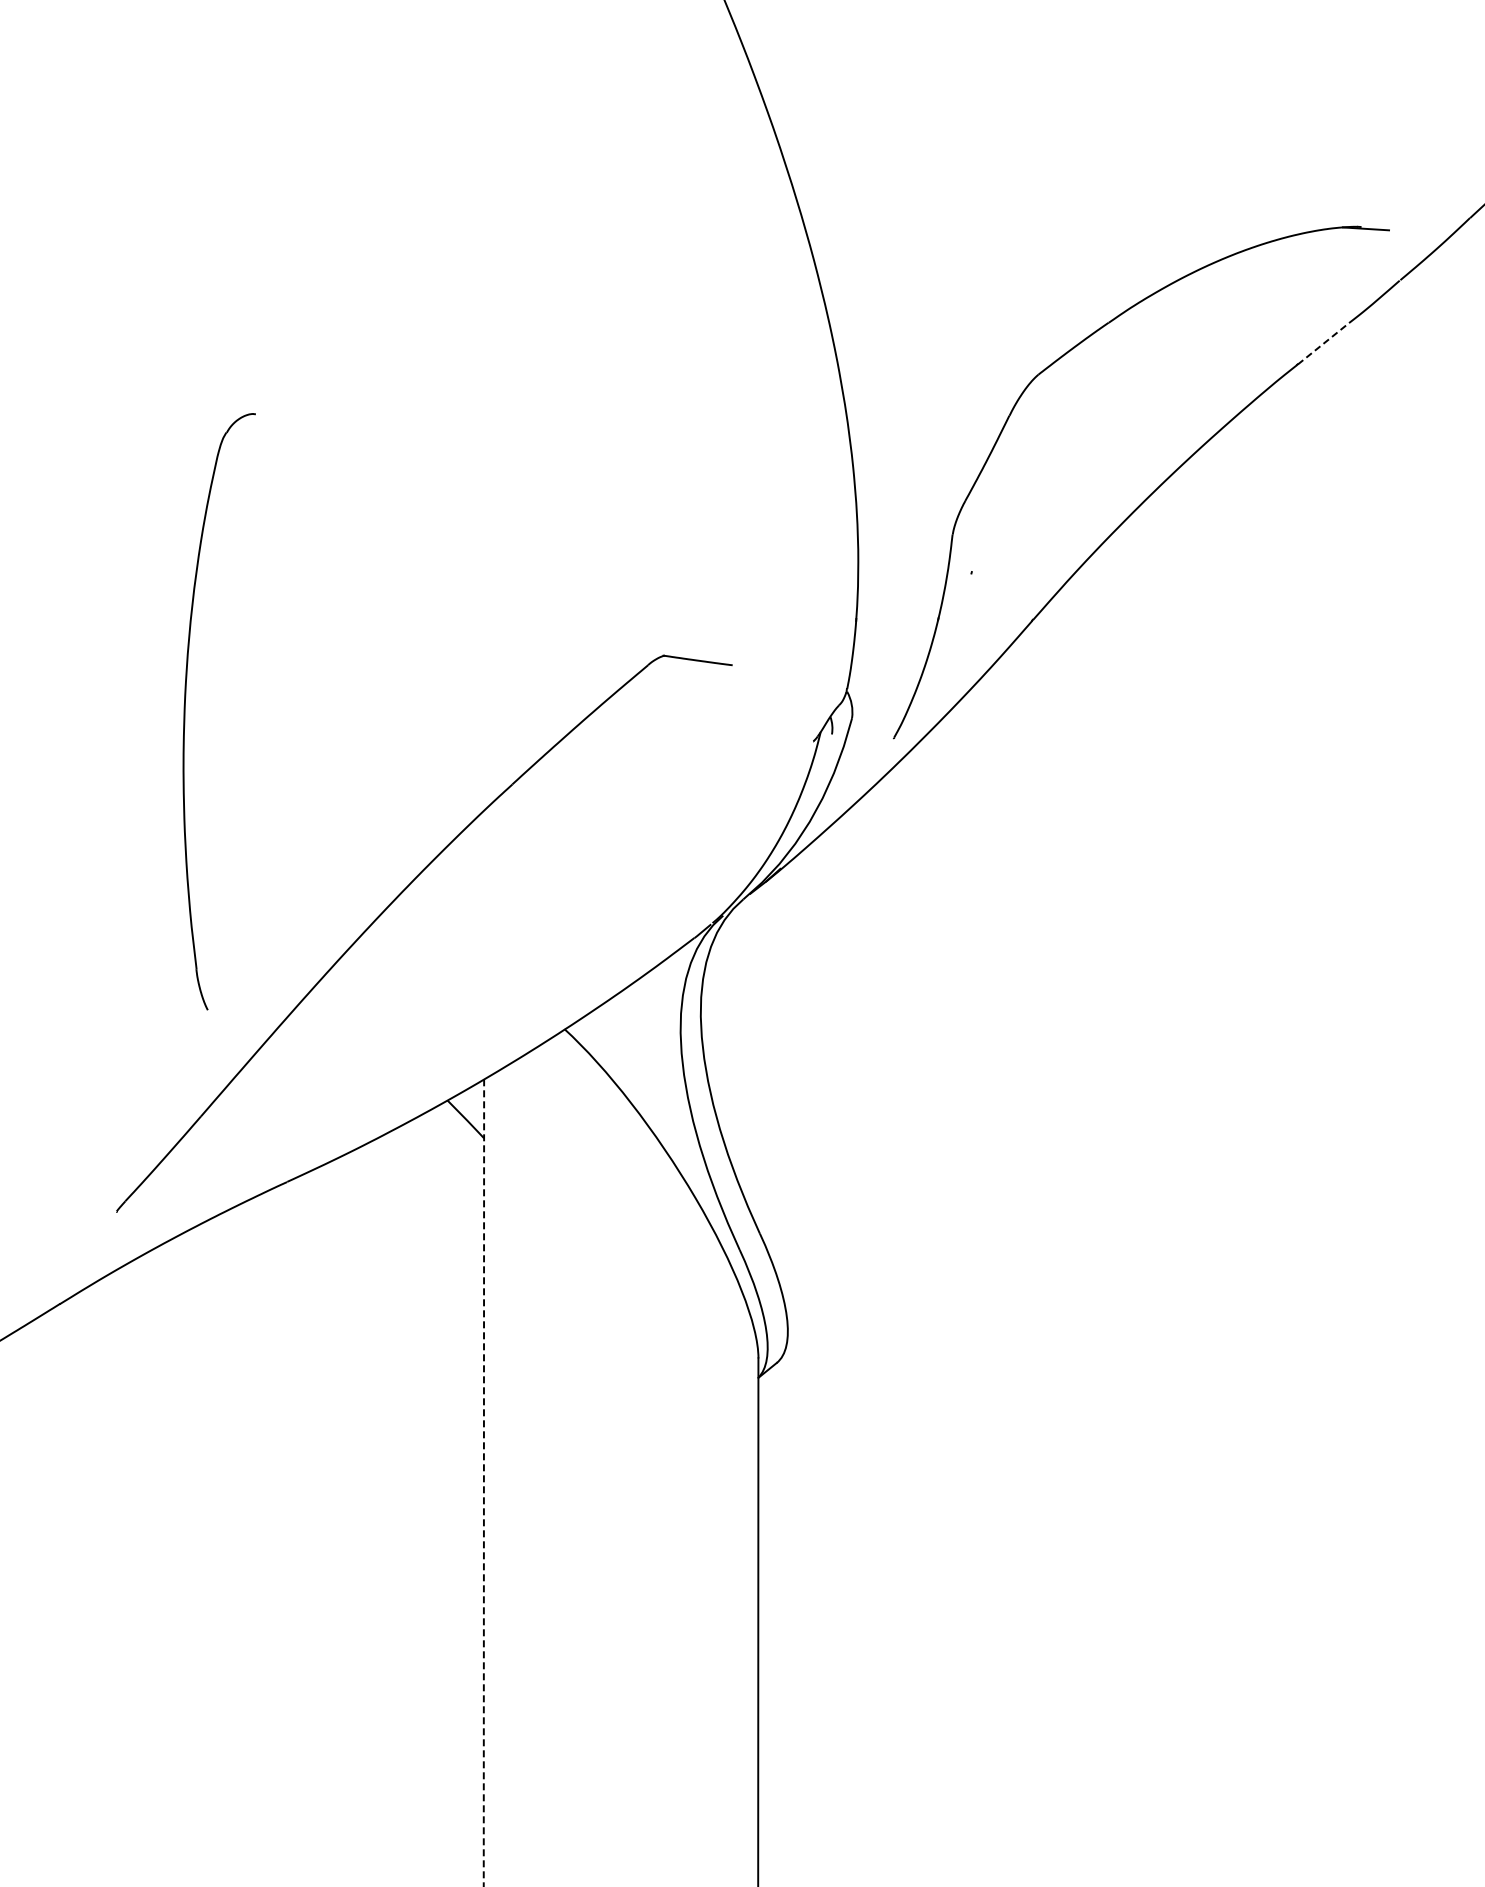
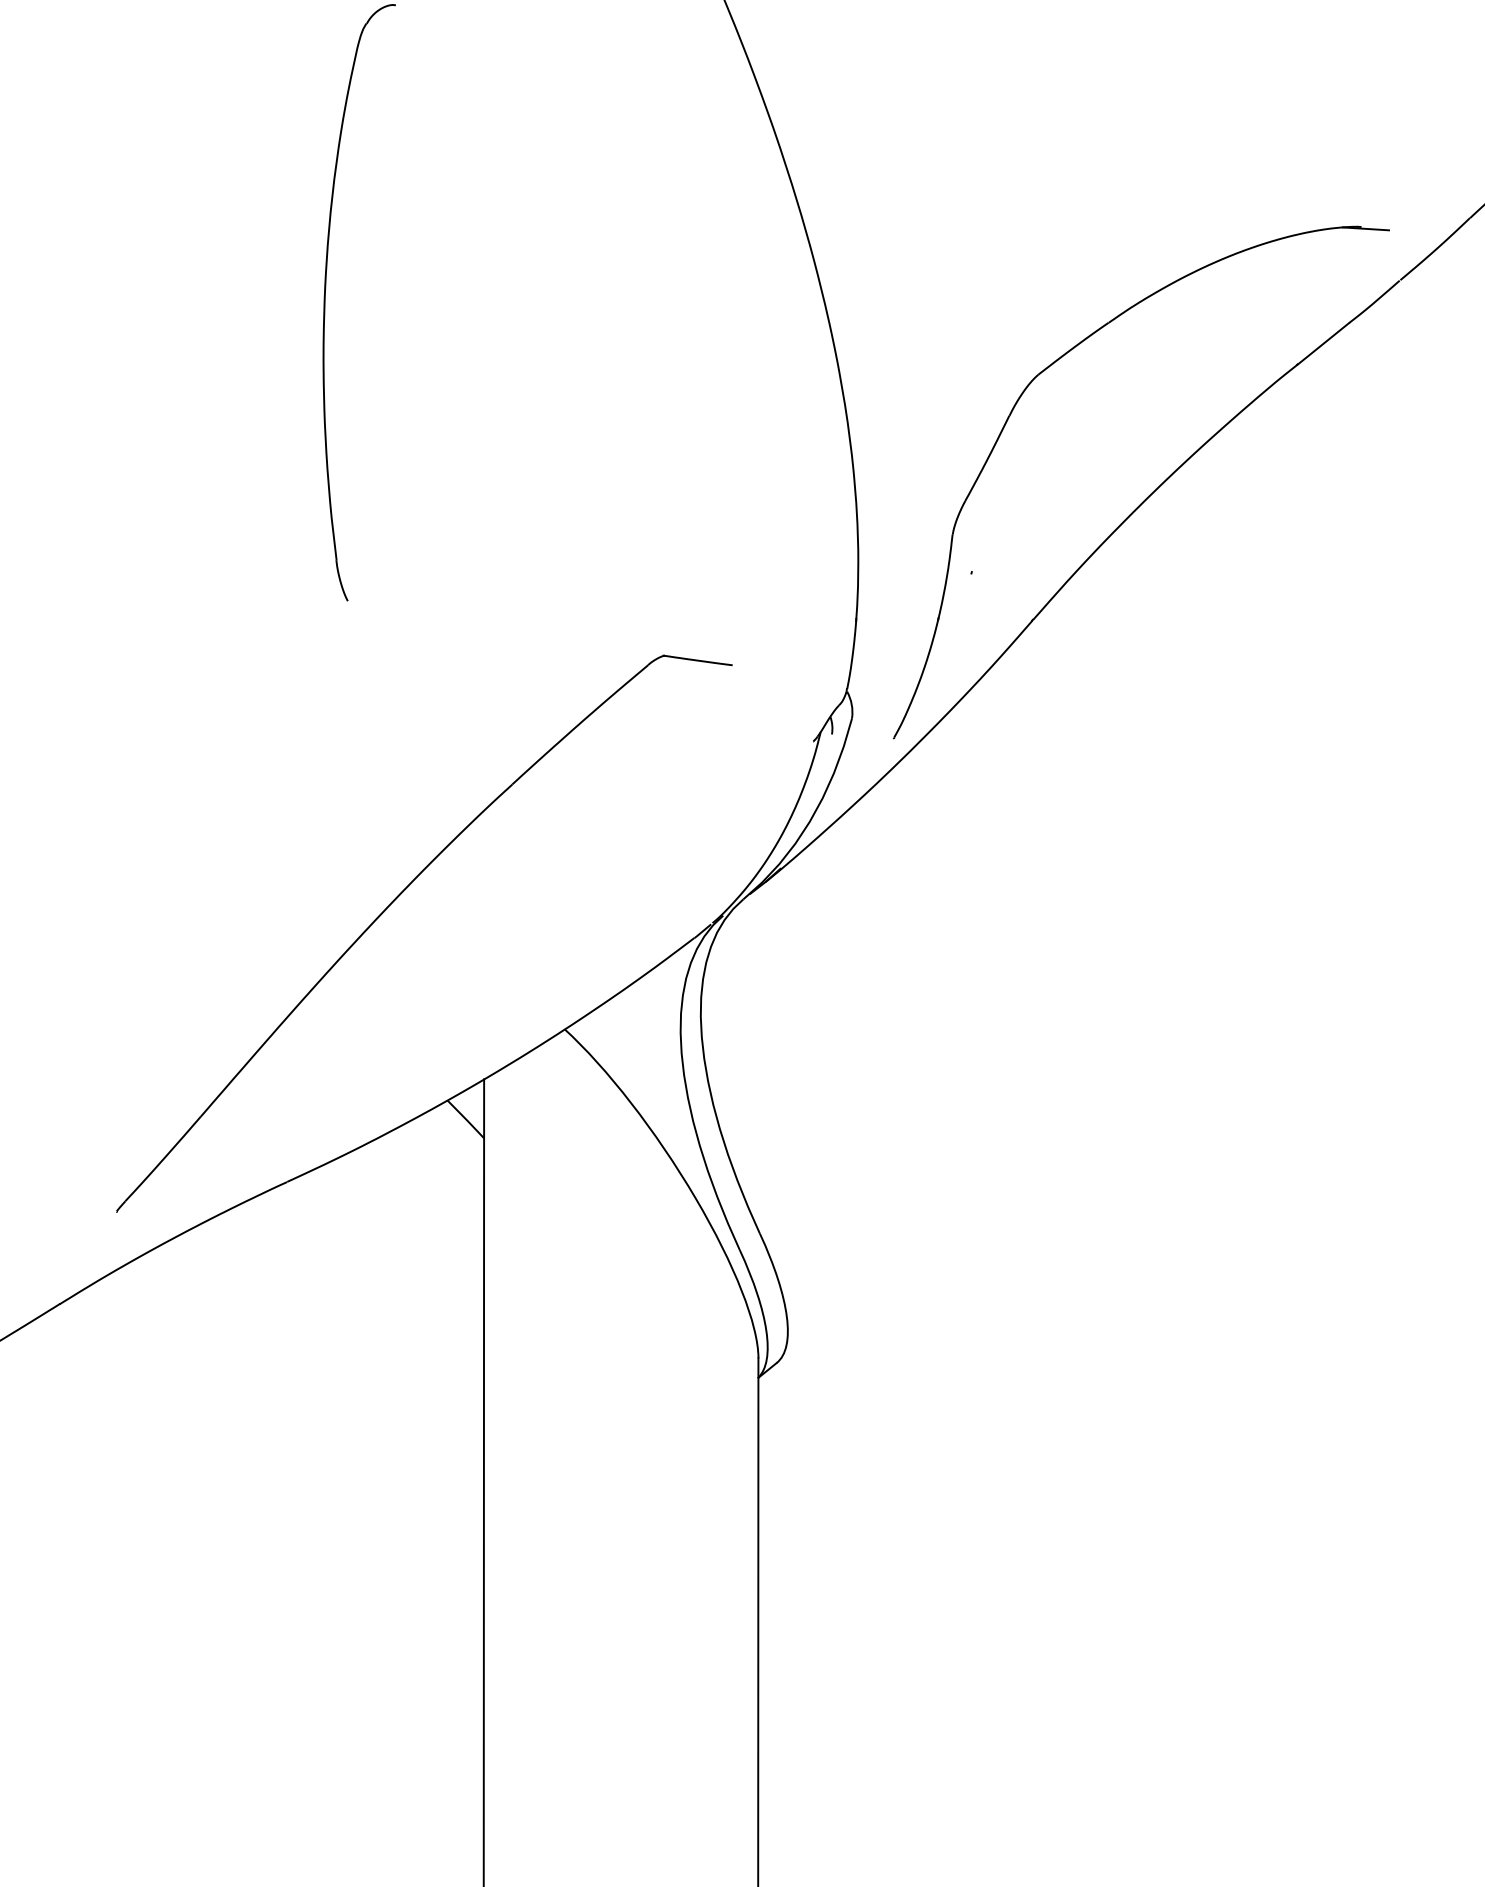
line at (1323, 343): dashed -> solid
part at (185, 711) position: (185, 711) -> (325, 302)
line at (483, 1483): dashed -> solid
